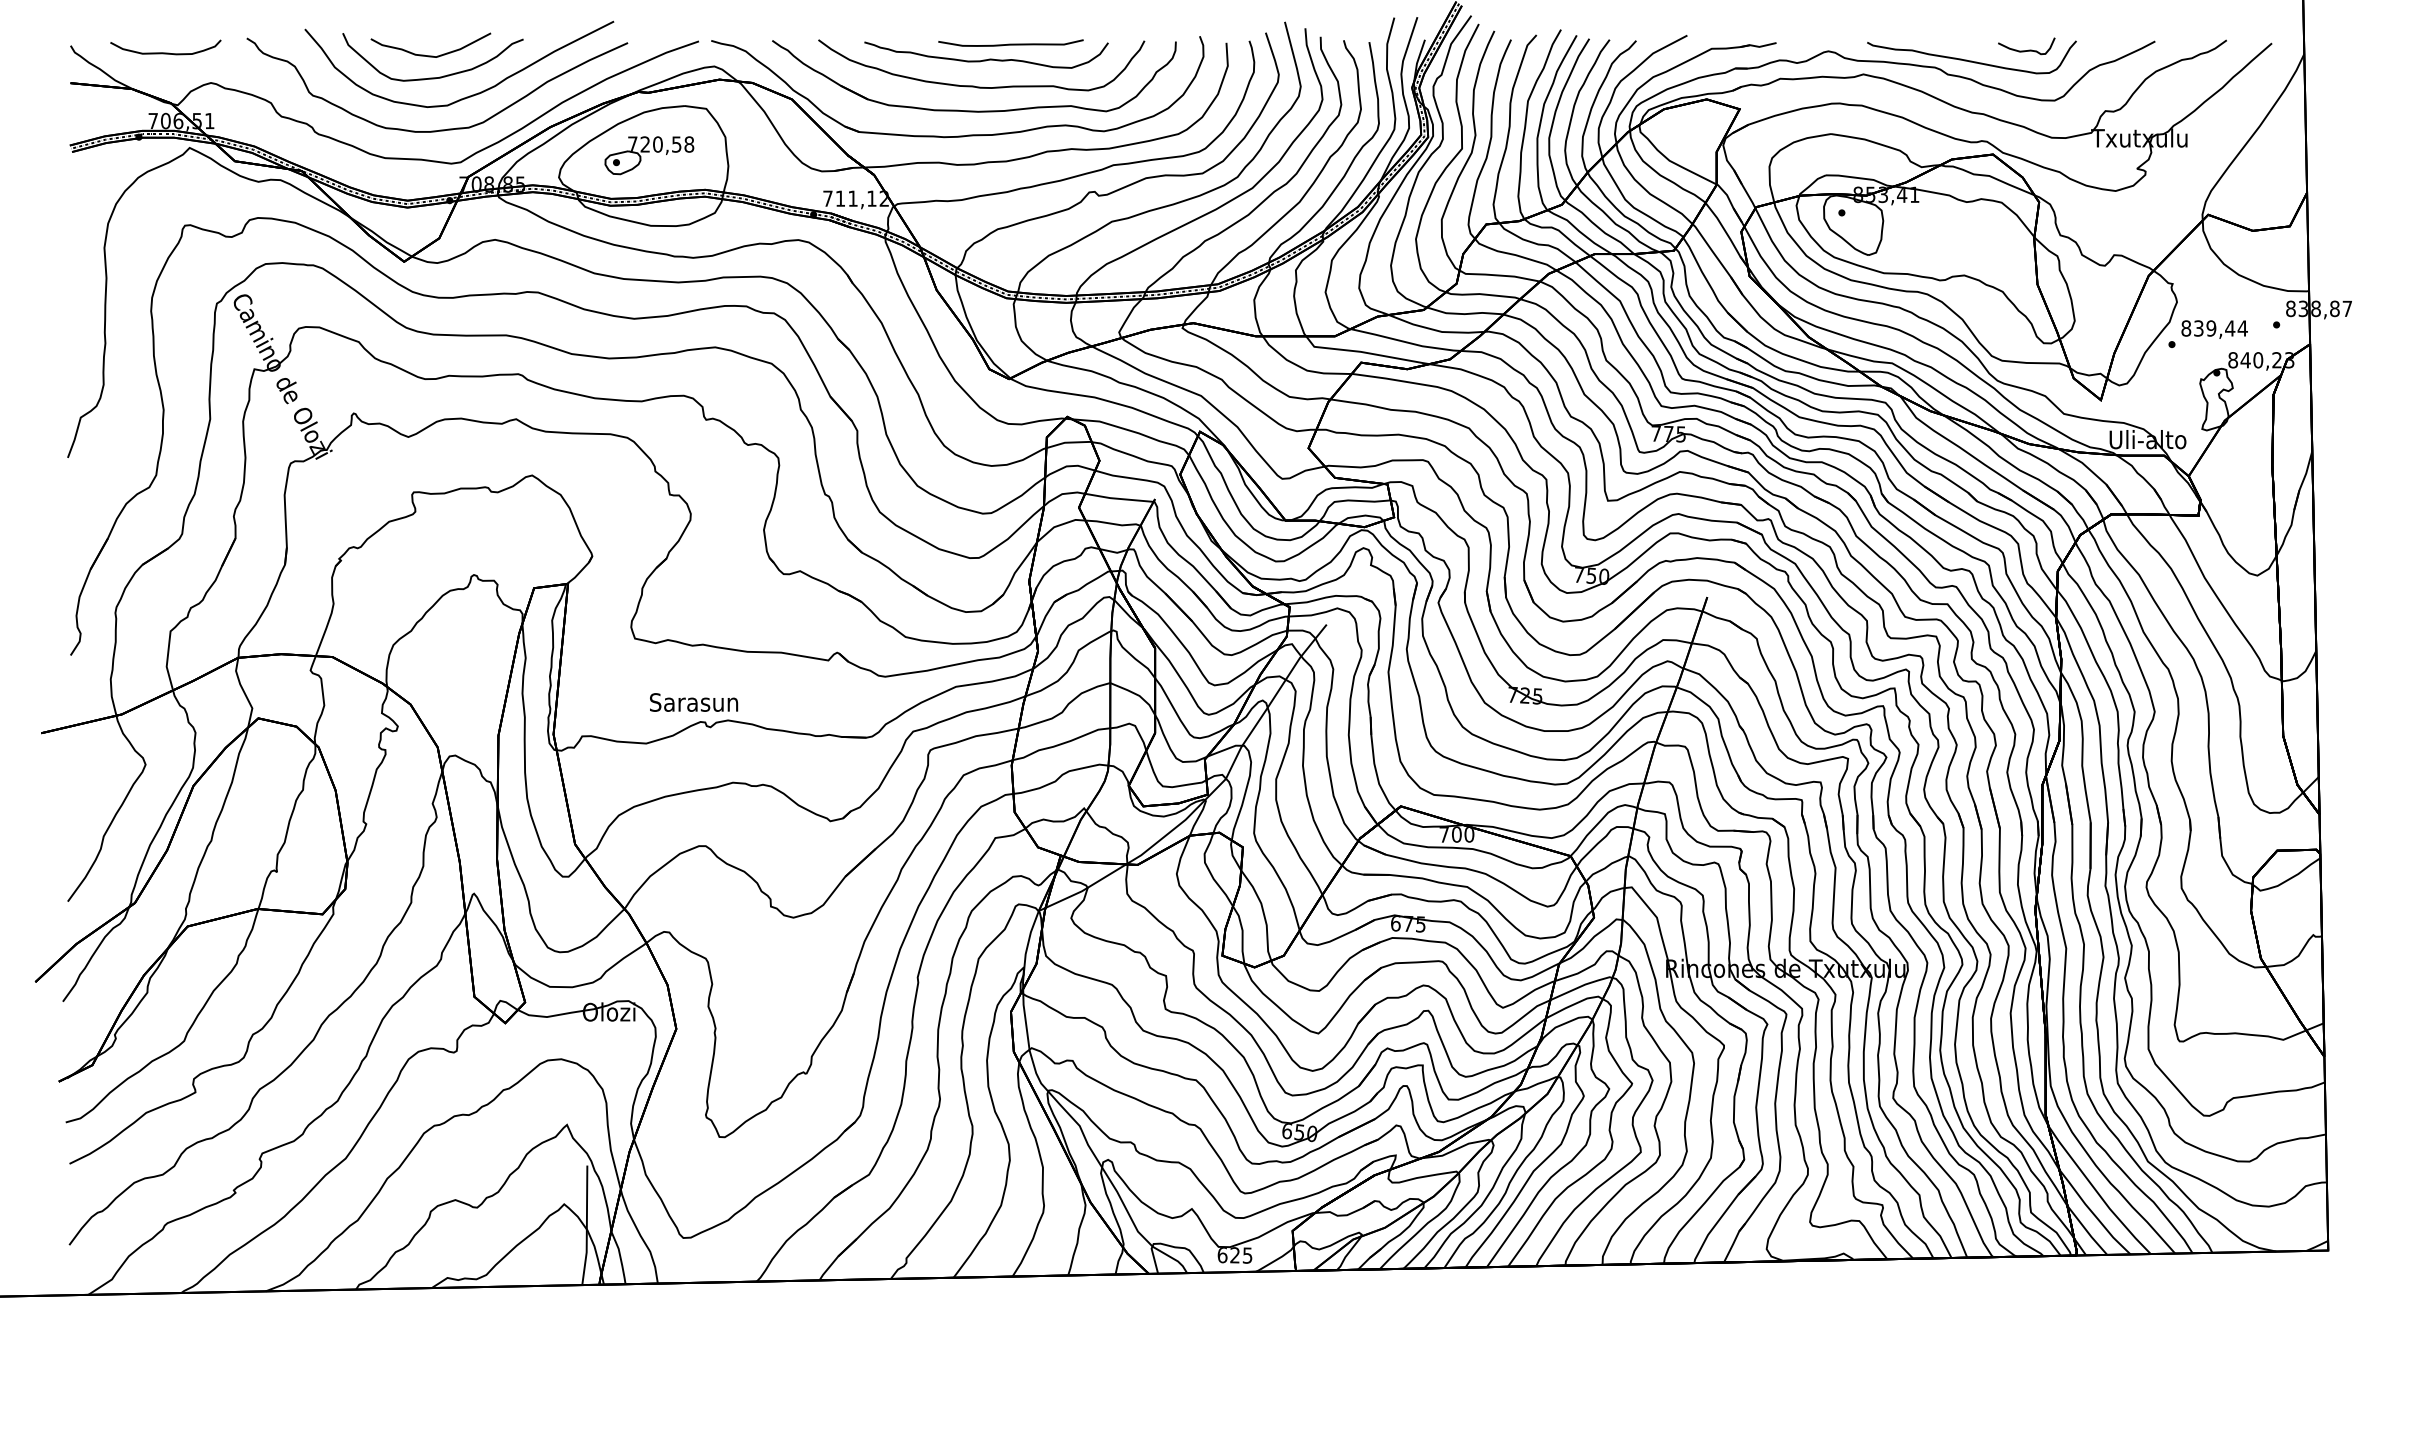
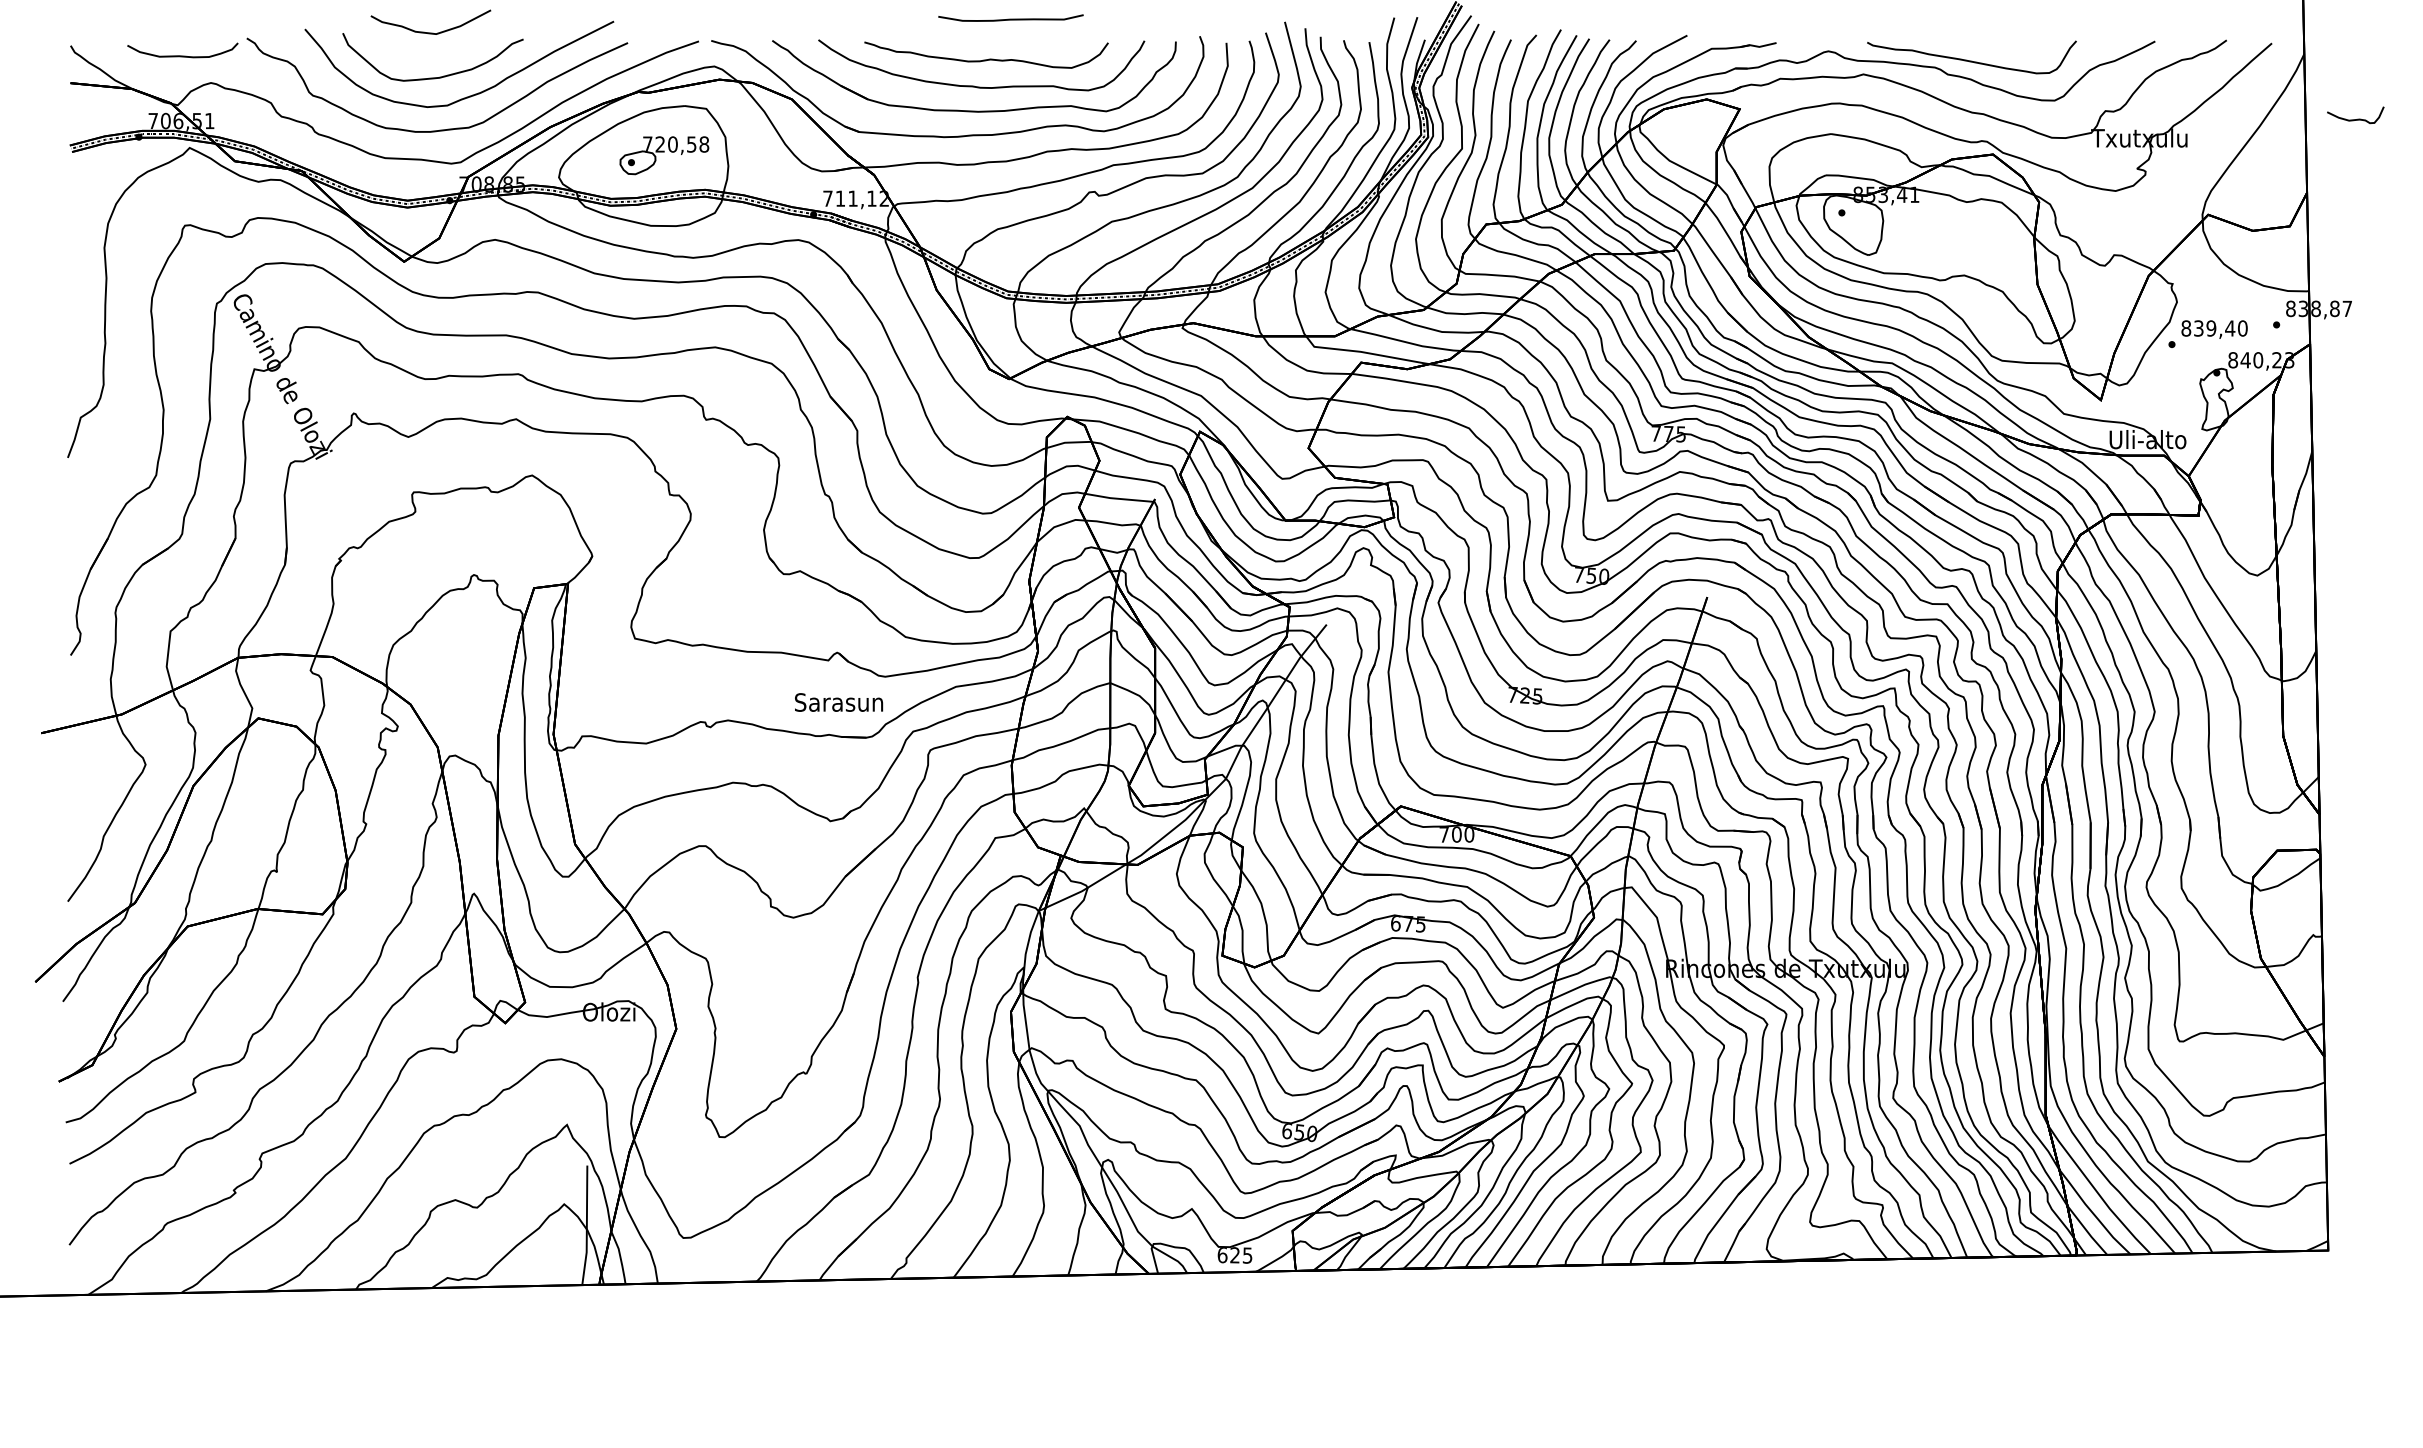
curve at (1010, 43) position: (1010, 43) -> (1010, 18)
curve at (2028, 49) position: (2028, 49) -> (2357, 118)
curve at (165, 52) position: (165, 52) -> (182, 55)
curve at (430, 55) position: (430, 55) -> (430, 32)
part at (649, 155) position: (649, 155) -> (664, 155)
text at (2242, 328): 839,44 -> 839,40
text at (694, 702) position: (694, 702) -> (839, 702)
